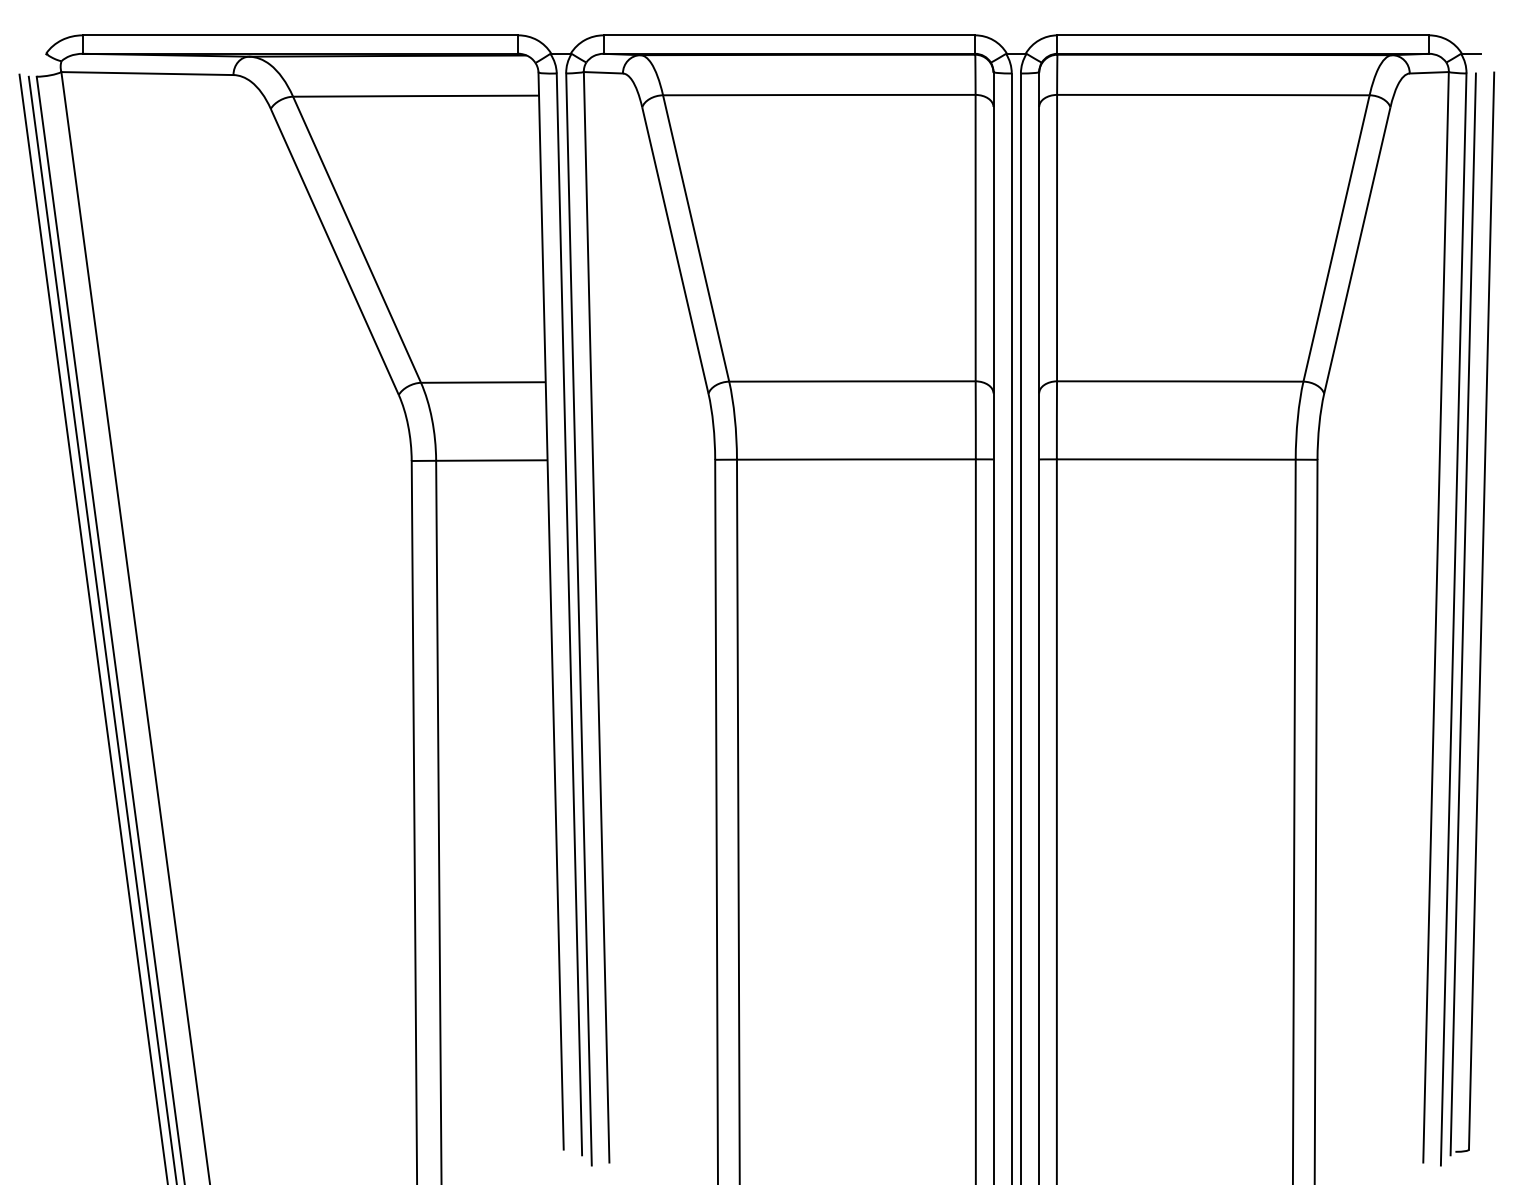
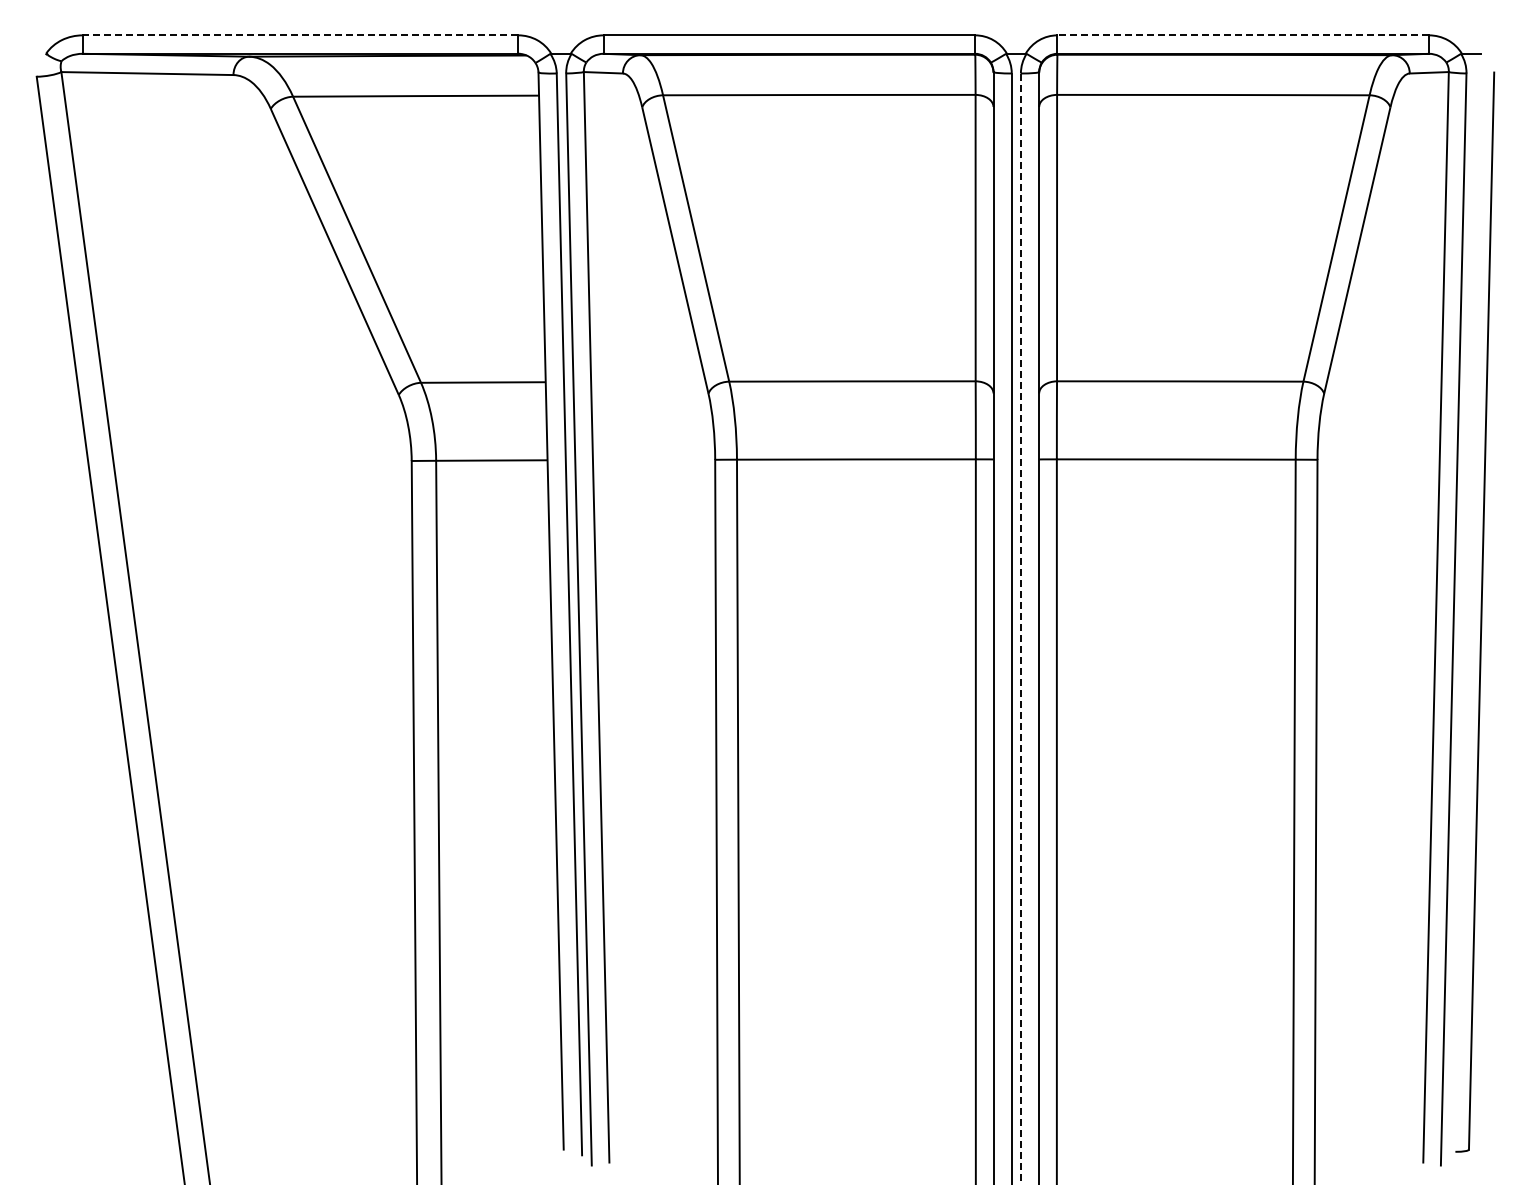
line at (300, 35): solid -> dashed
line at (1243, 35): solid -> dashed
line at (1462, 614): present -> none
line at (93, 627): present -> none
line at (102, 628): present -> none
line at (1020, 629): solid -> dashed
